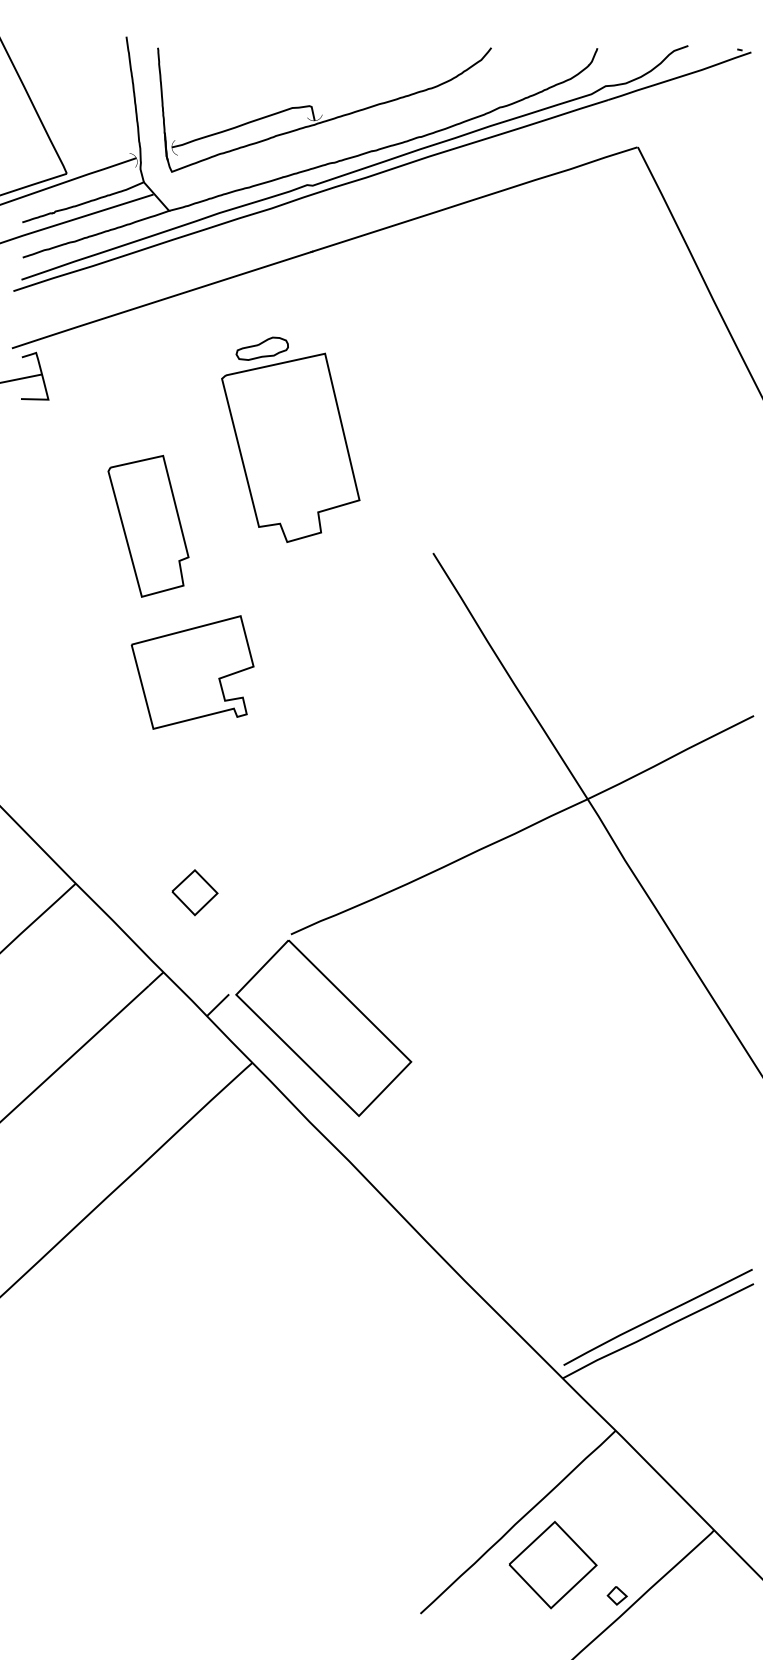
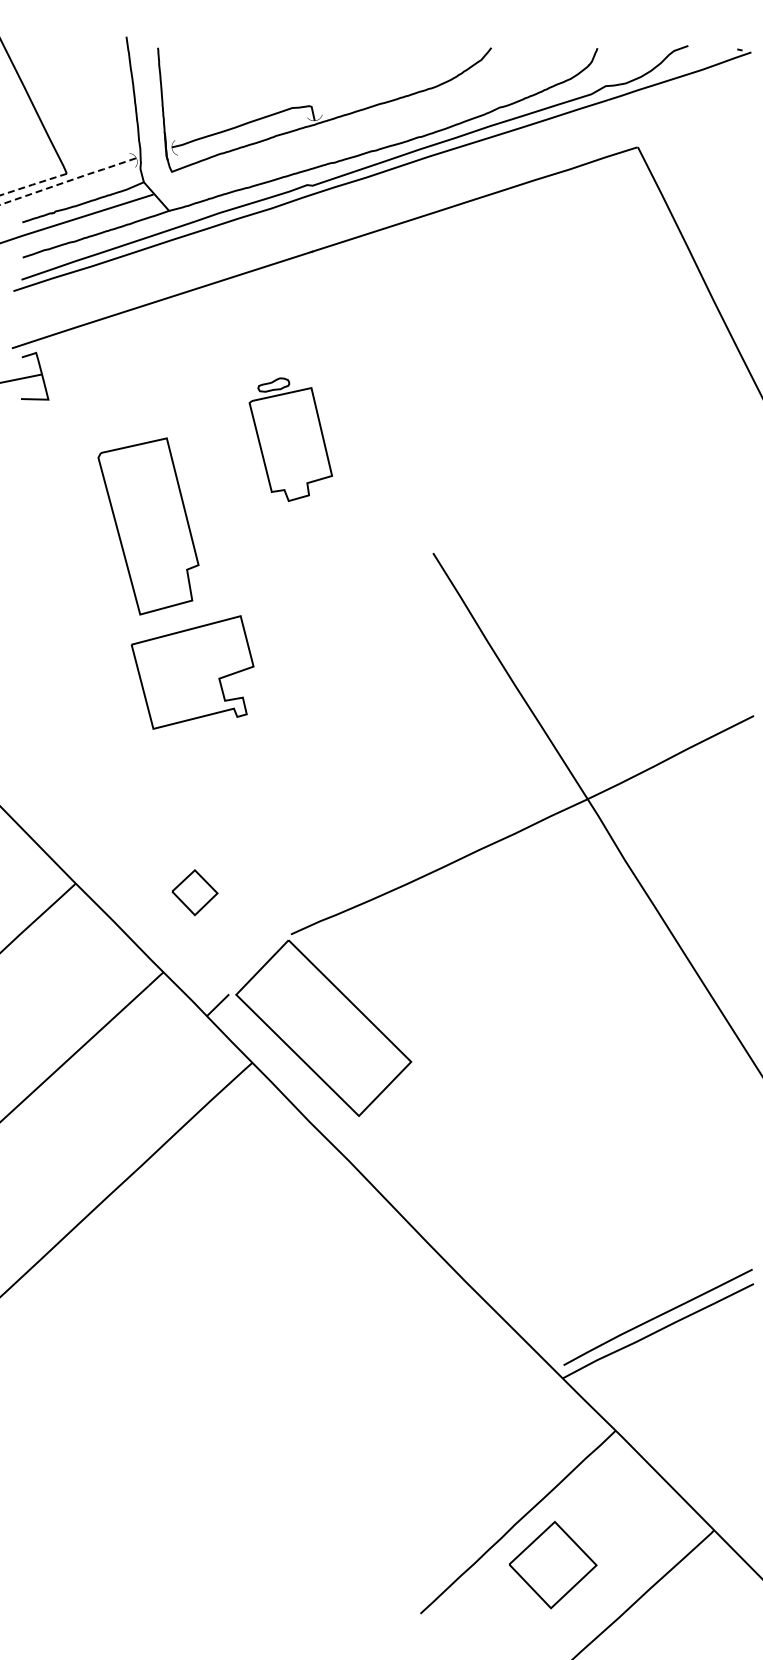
line at (70, 180): solid -> dashed
line at (33, 184): solid -> dashed
part at (290, 439) size: 140x207 px -> 86x125 px
part at (148, 525) size: 83x144 px -> 103x179 px
part at (616, 1595): present -> none
